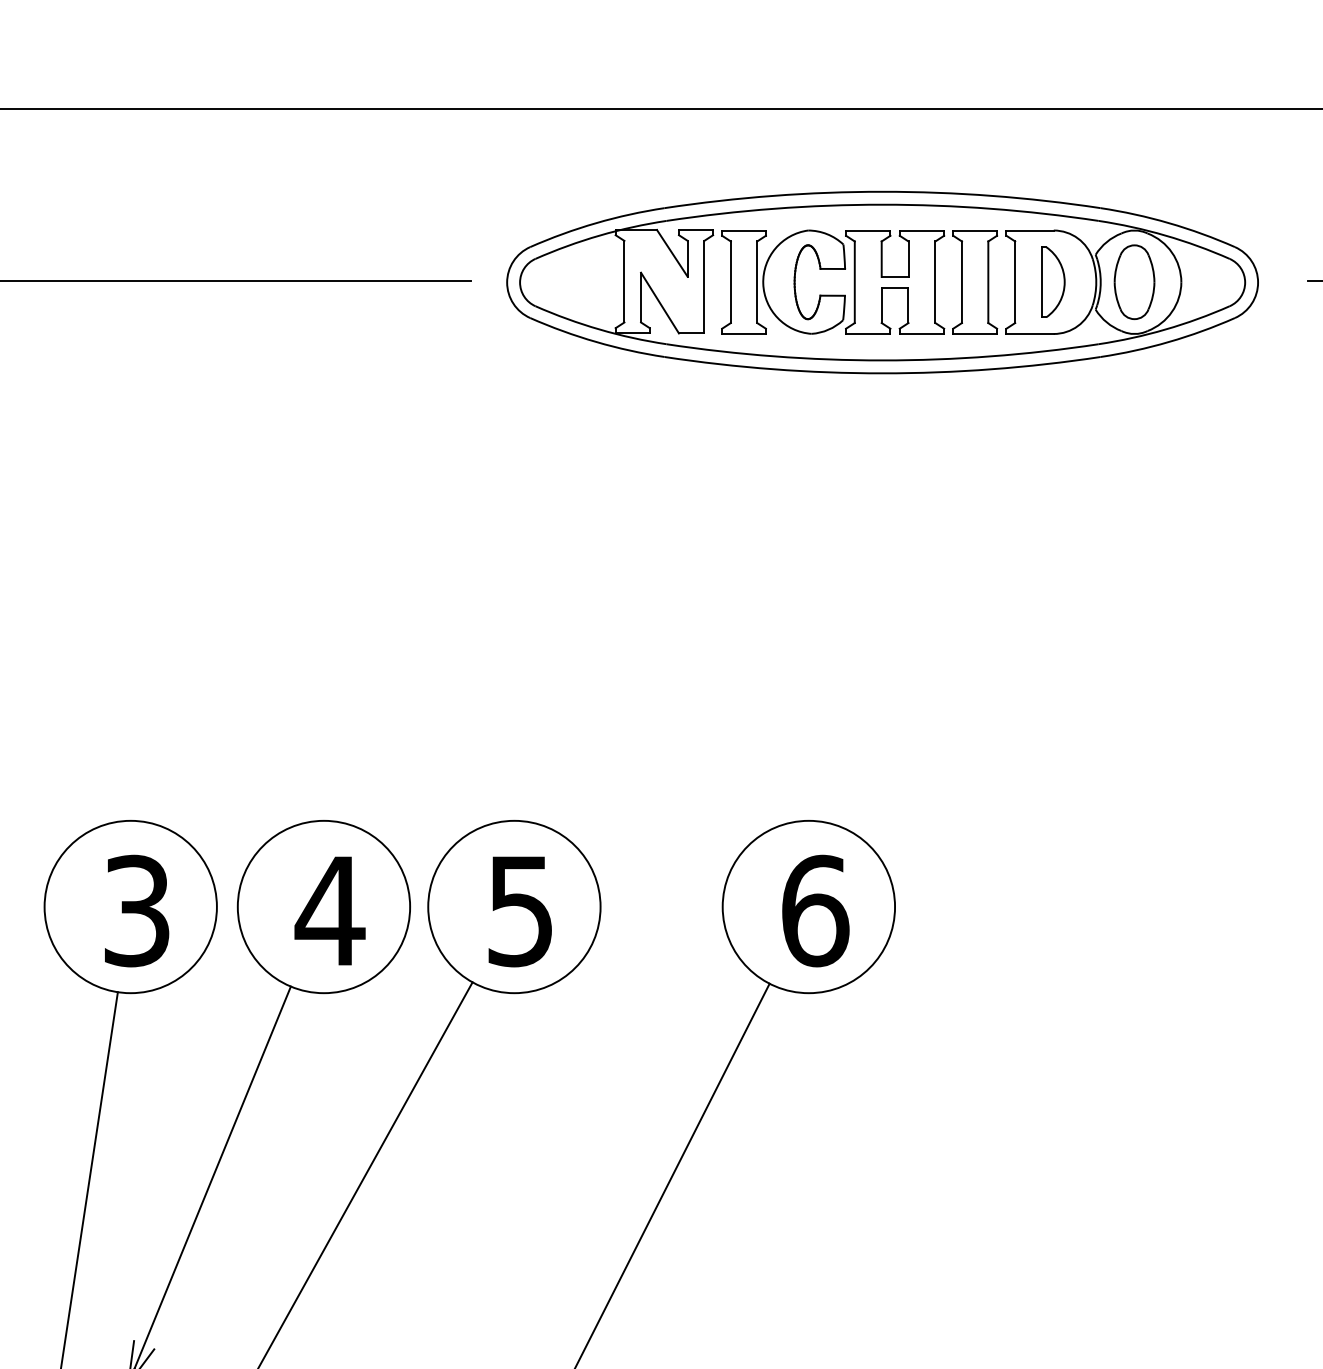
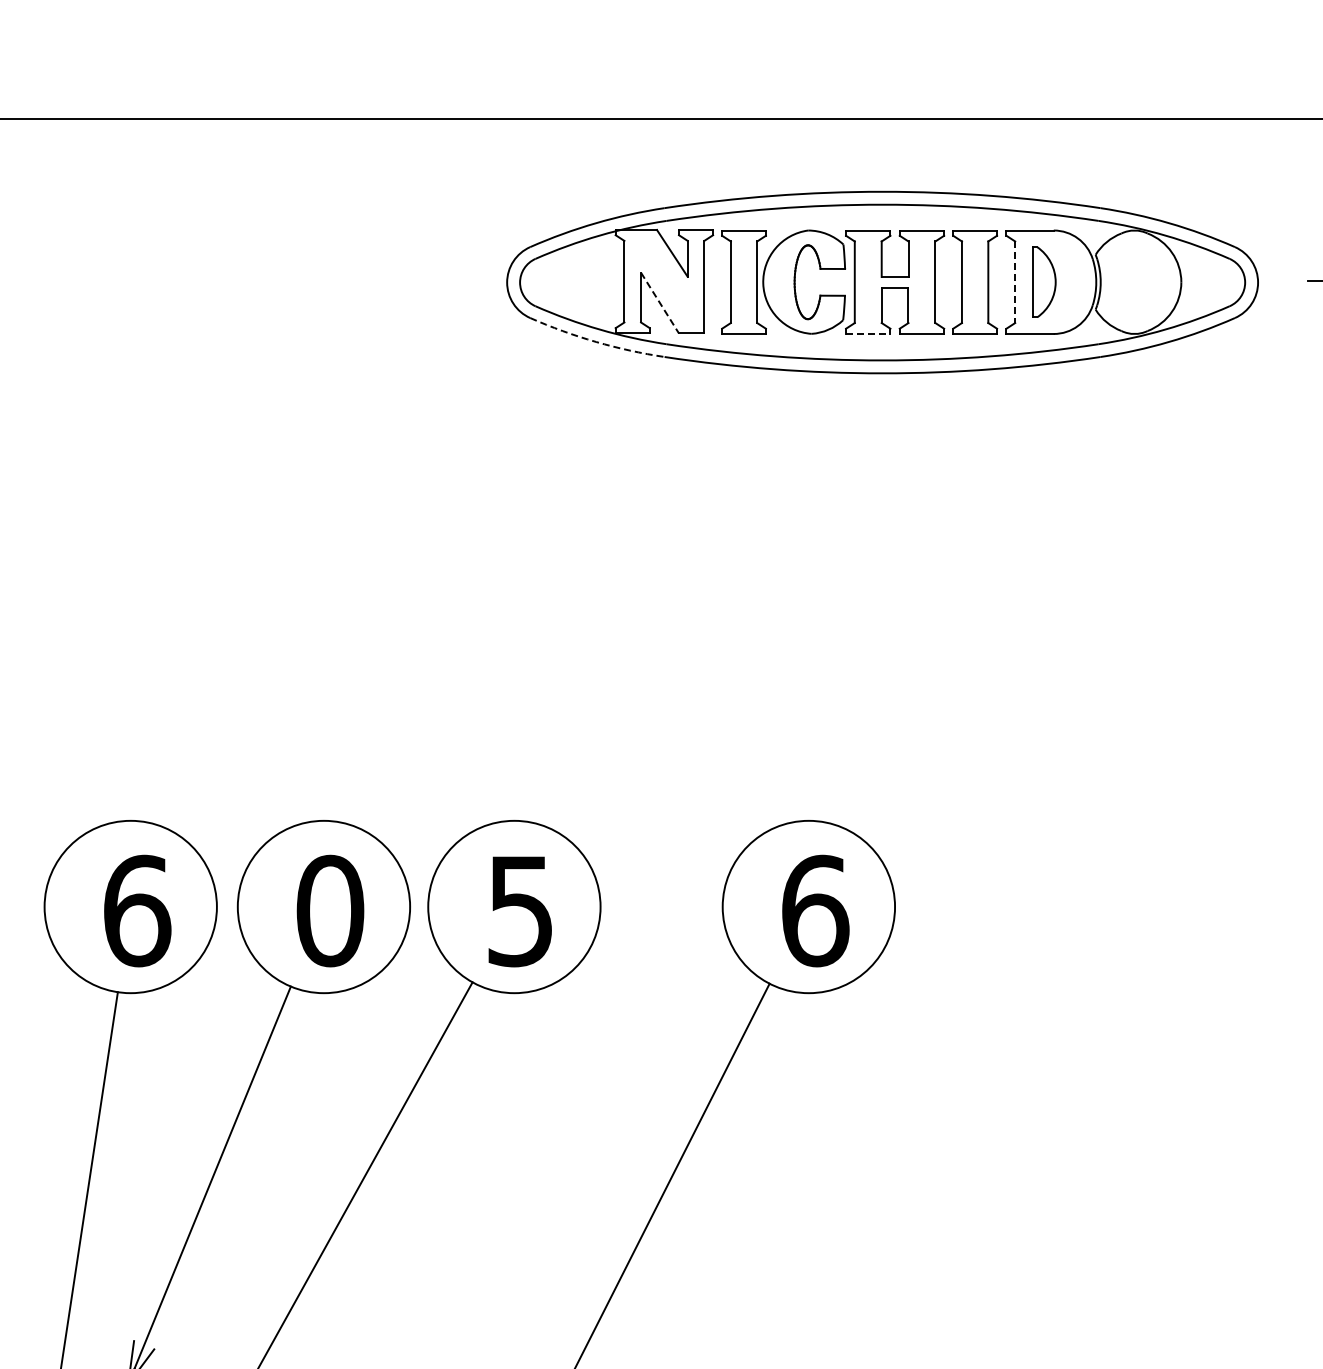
line at (660, 108) position: (660, 108) -> (660, 118)
line at (236, 281): present -> none
part at (1053, 281) position: (1053, 281) -> (1044, 281)
part at (1134, 281): present -> none
line at (1015, 282): solid -> dashed
line at (660, 303): solid -> dashed
line at (868, 334): solid -> dashed
arc at (596, 341): solid -> dashed
text at (137, 910): 3 -> 6
text at (329, 910): 4 -> 0
